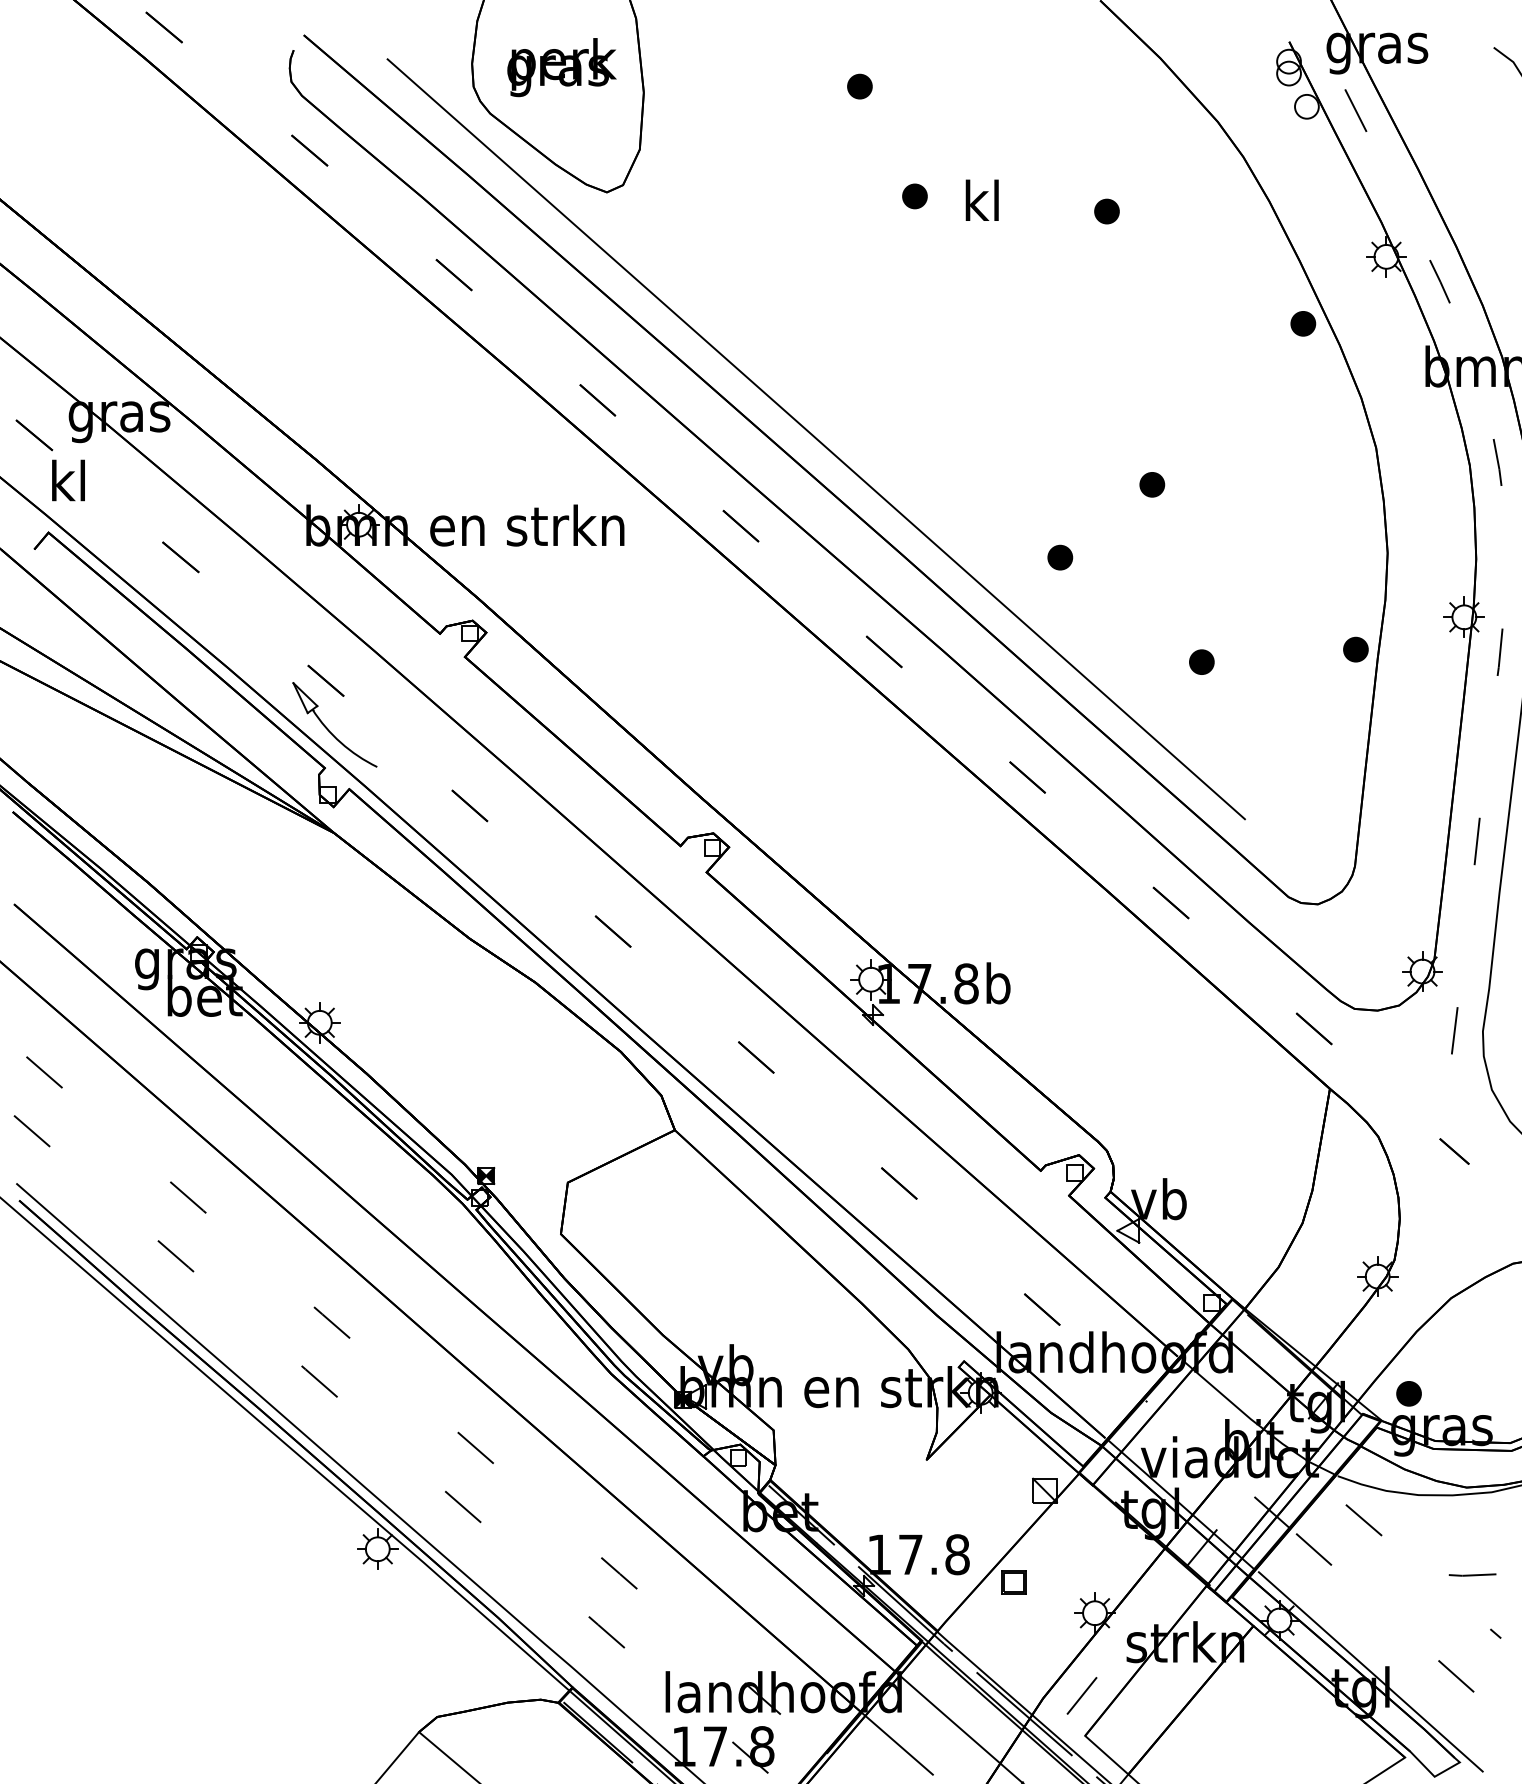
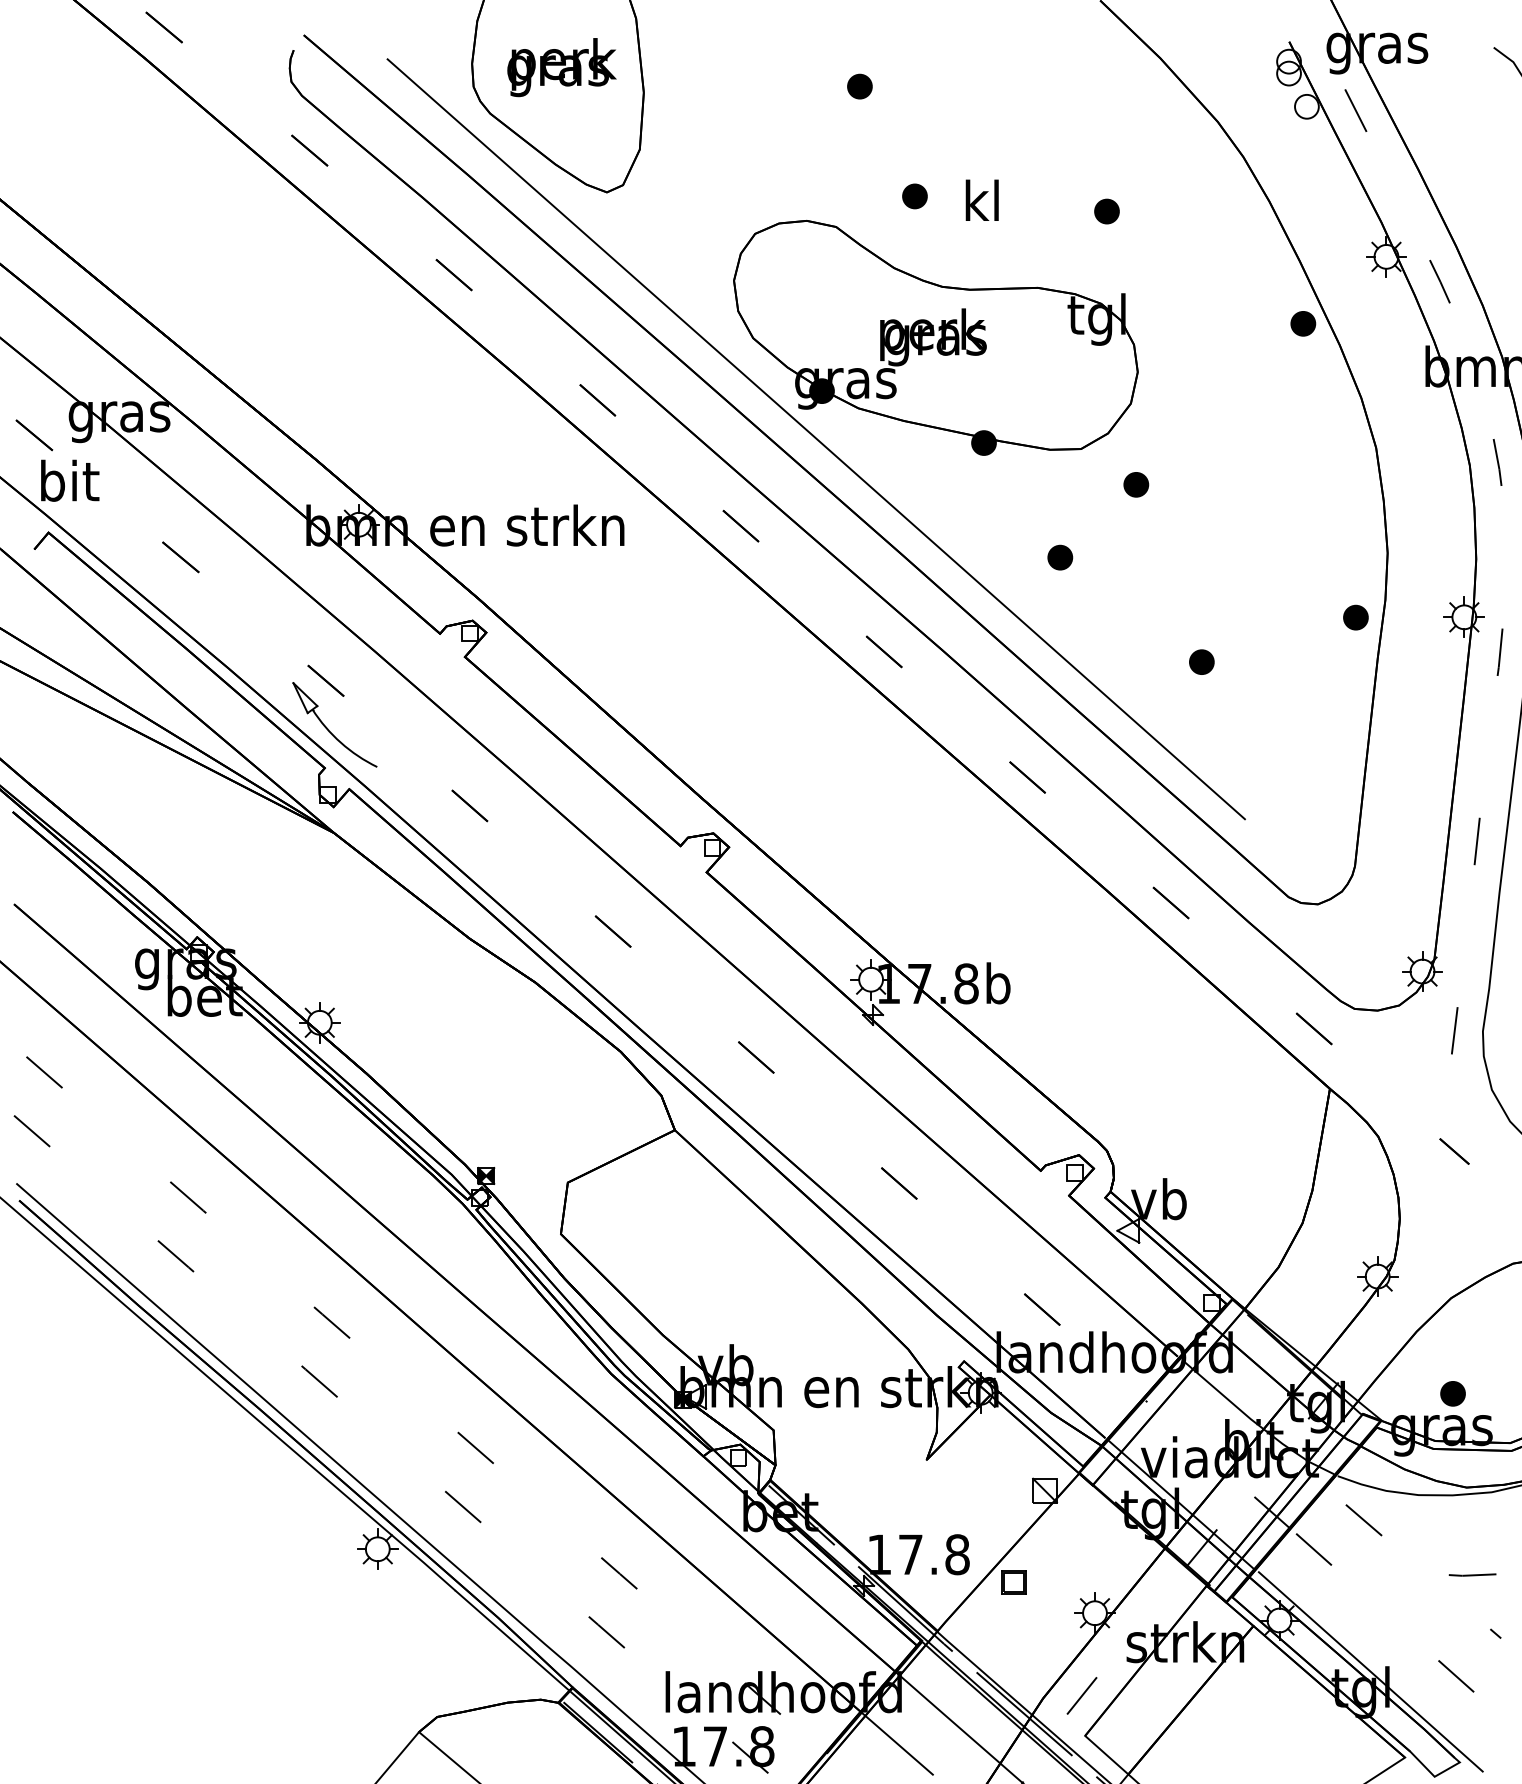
part at (935, 337): none -> present
text at (70, 480): kl -> bit
part at (1152, 484) position: (1152, 484) -> (1136, 484)
part at (1355, 649) position: (1355, 649) -> (1355, 617)
part at (1408, 1393) position: (1408, 1393) -> (1452, 1393)
